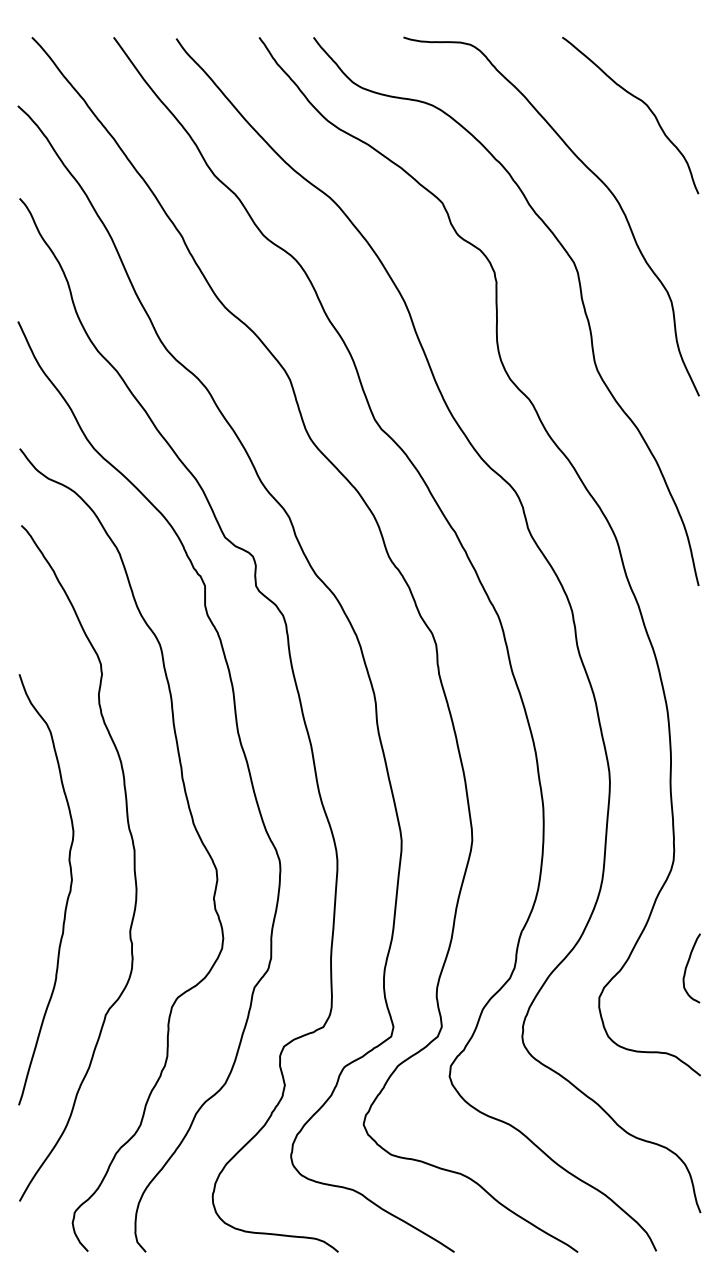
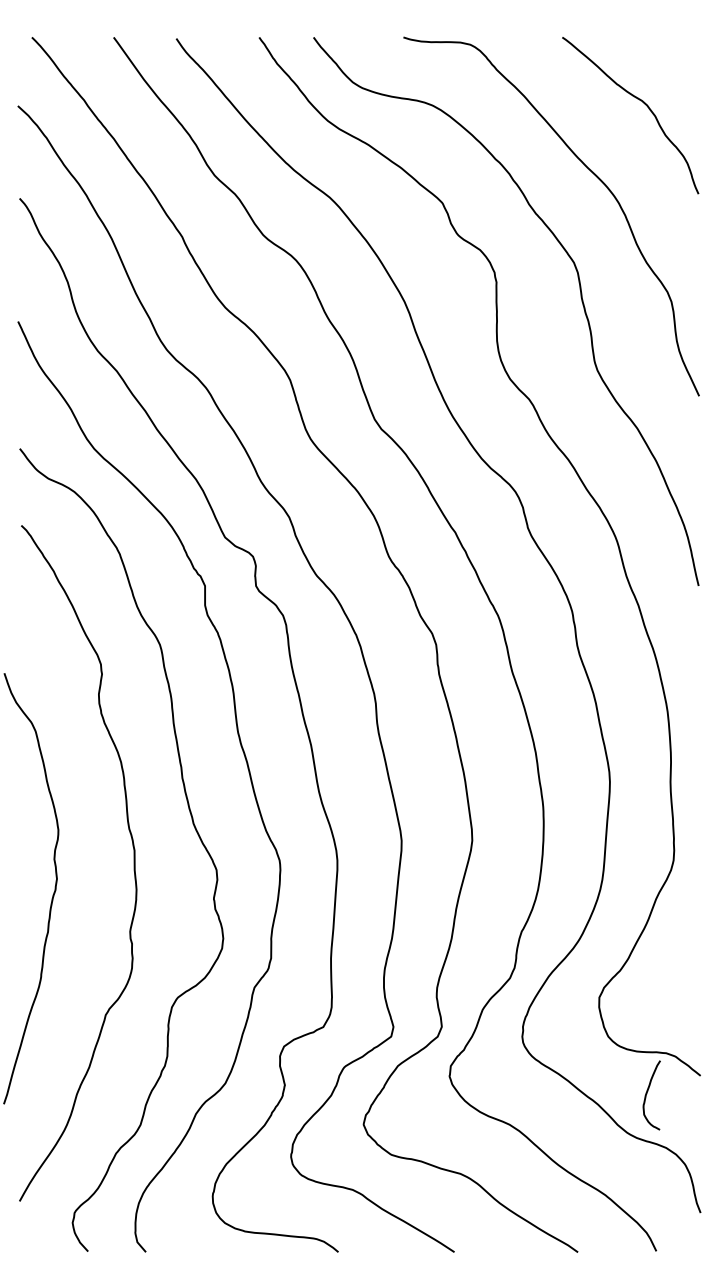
curve at (67, 896) position: (67, 896) -> (52, 895)
curve at (687, 967) position: (687, 967) -> (647, 1094)
